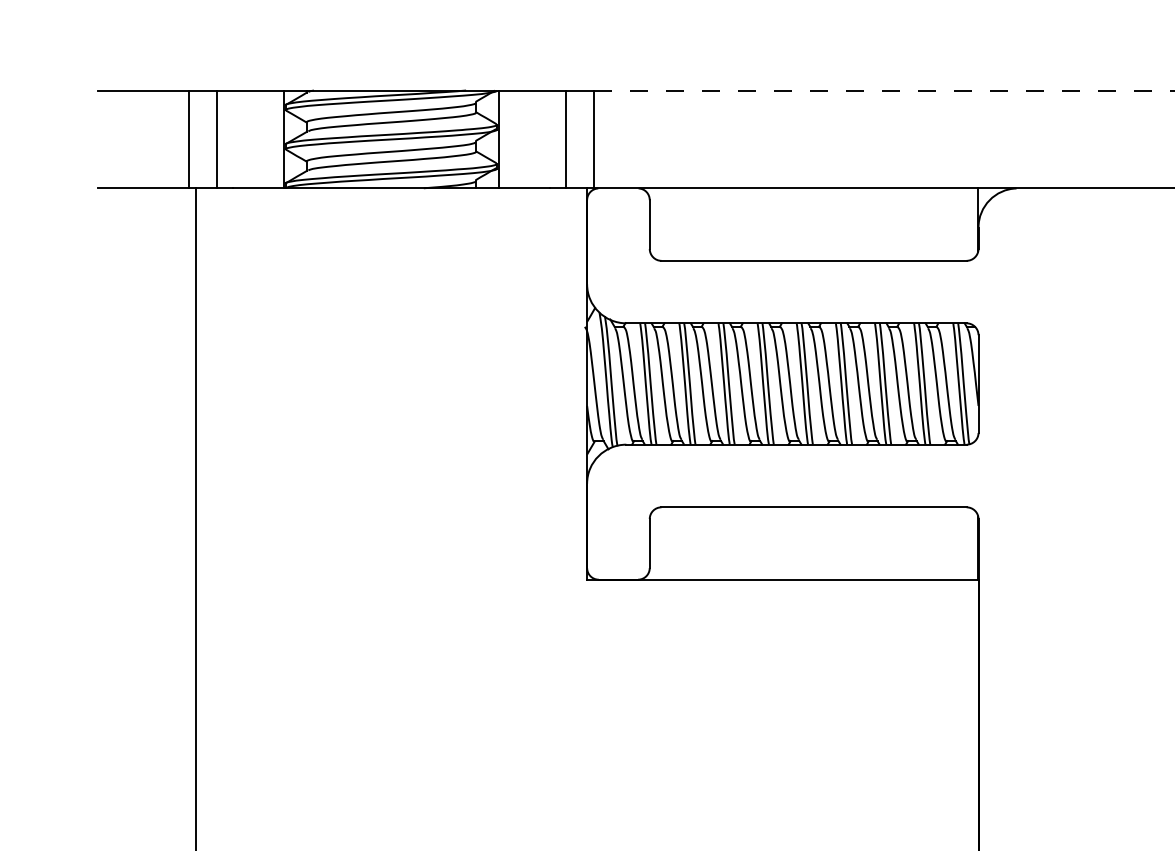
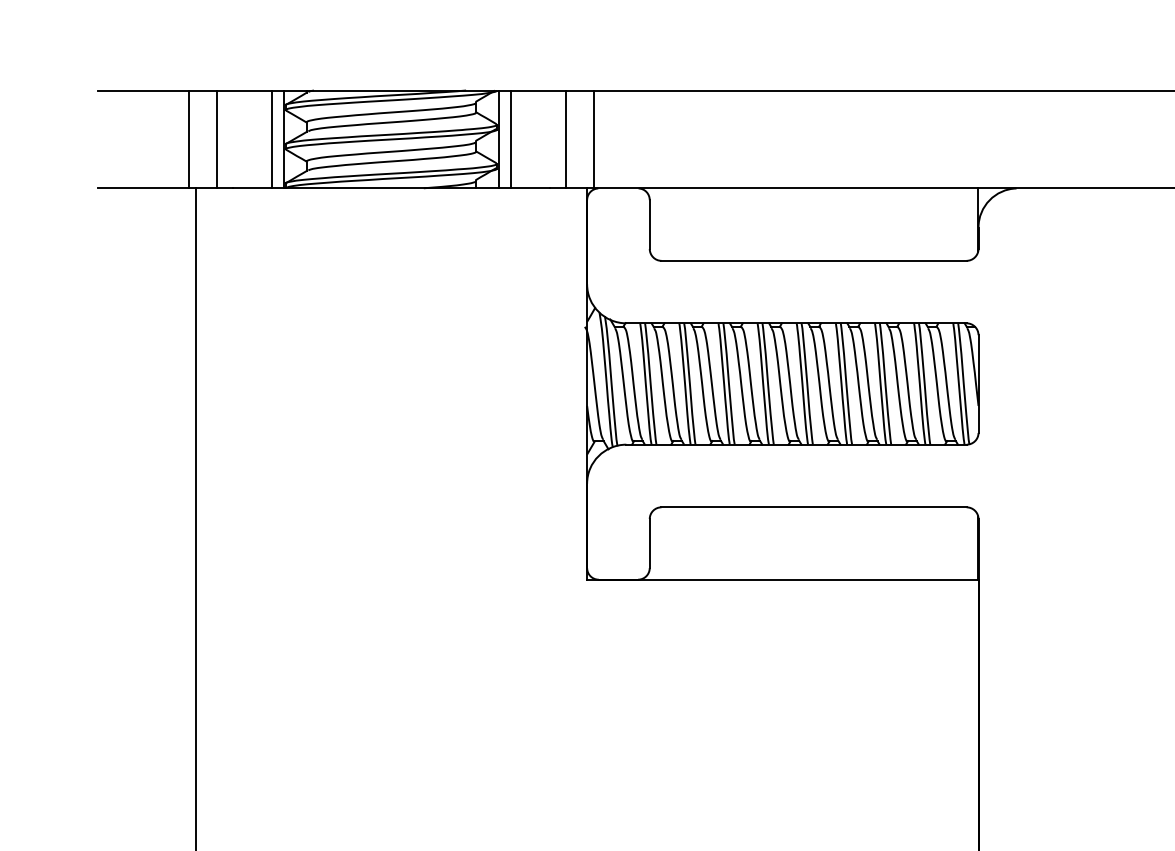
line at (884, 90): dashed -> solid
line at (272, 139): none -> present
line at (510, 139): none -> present
